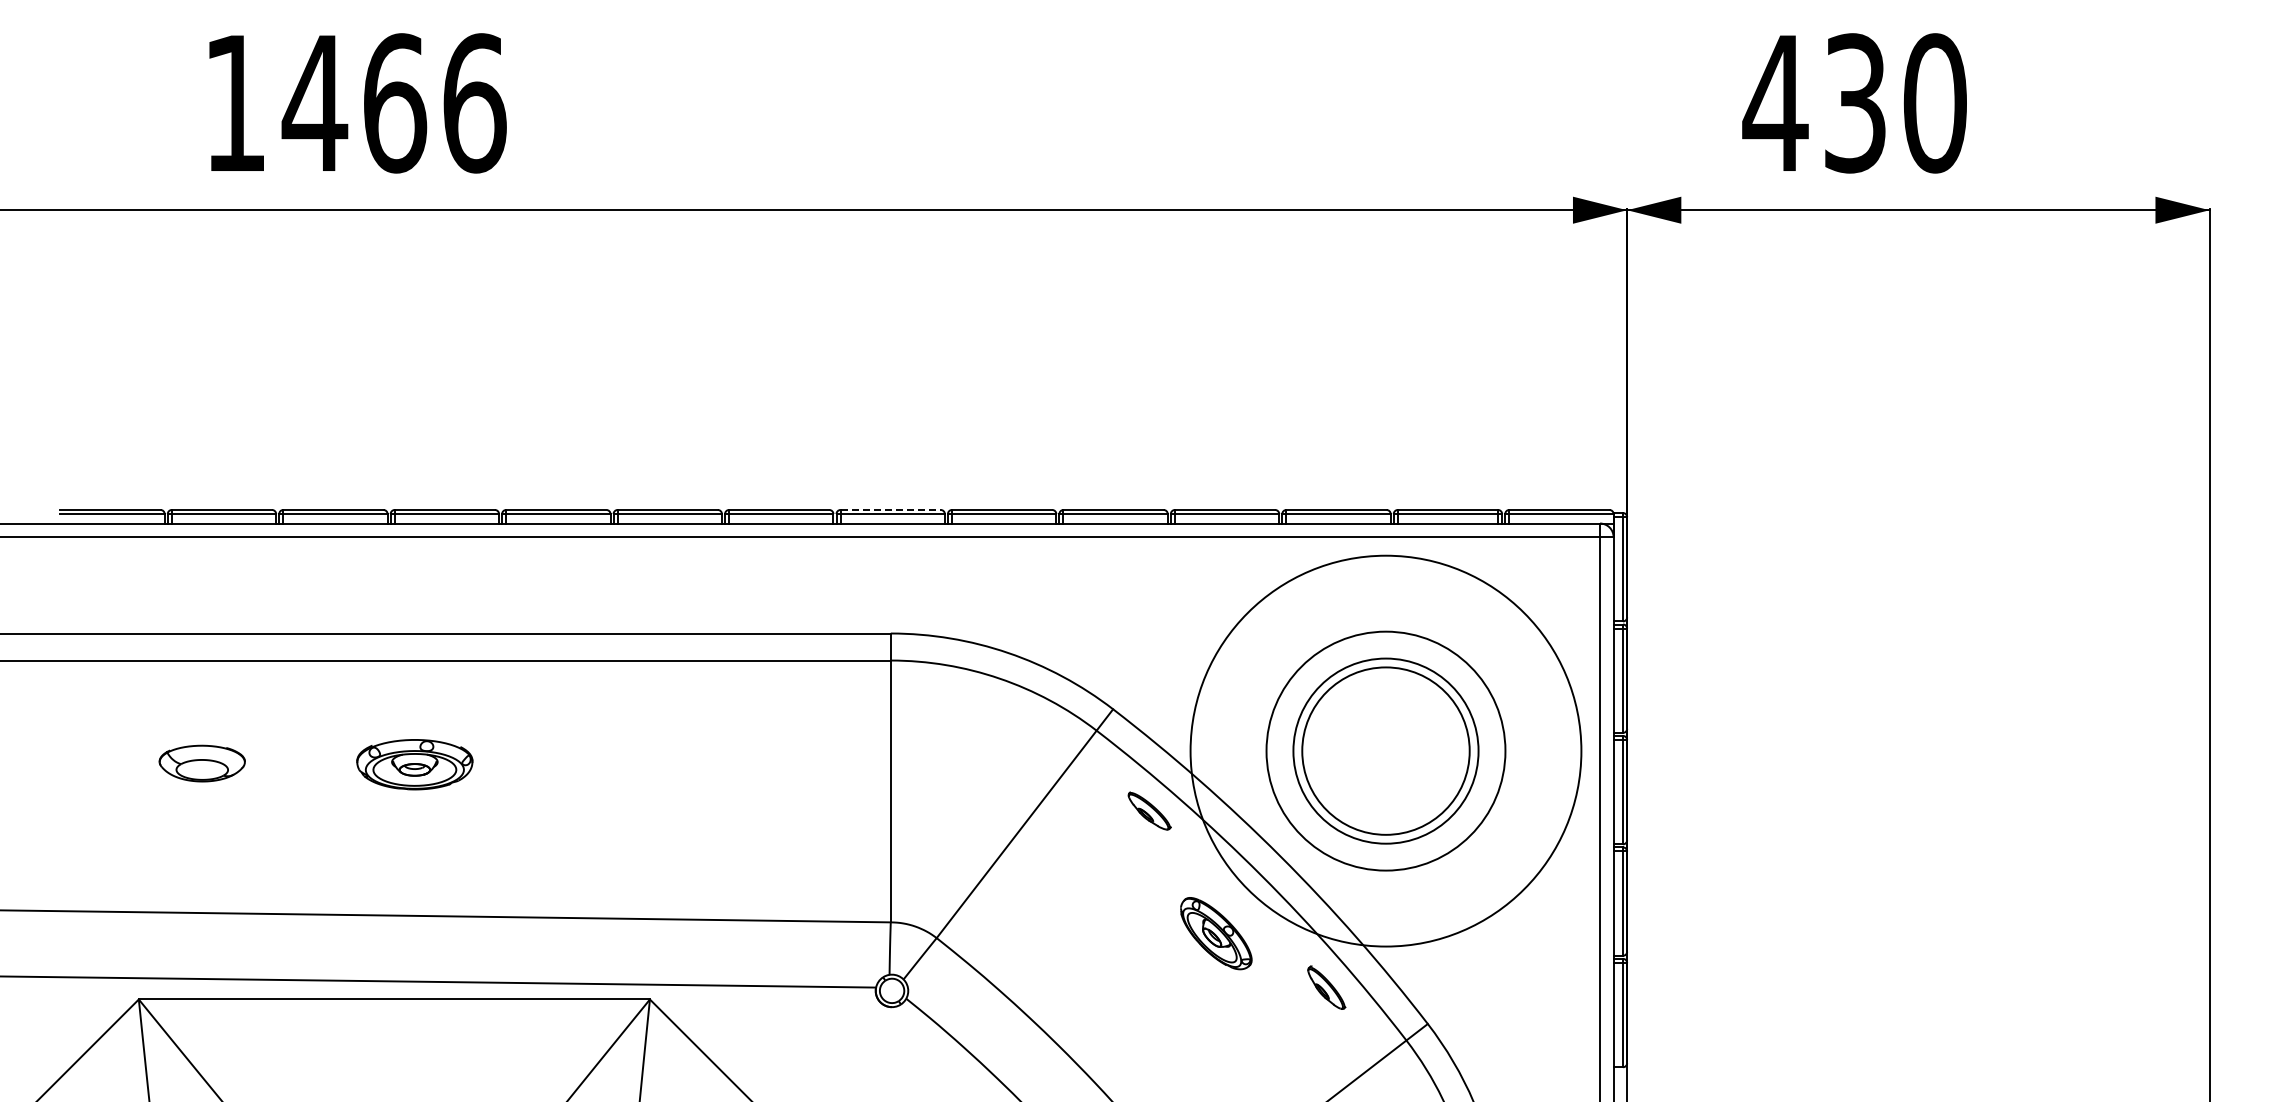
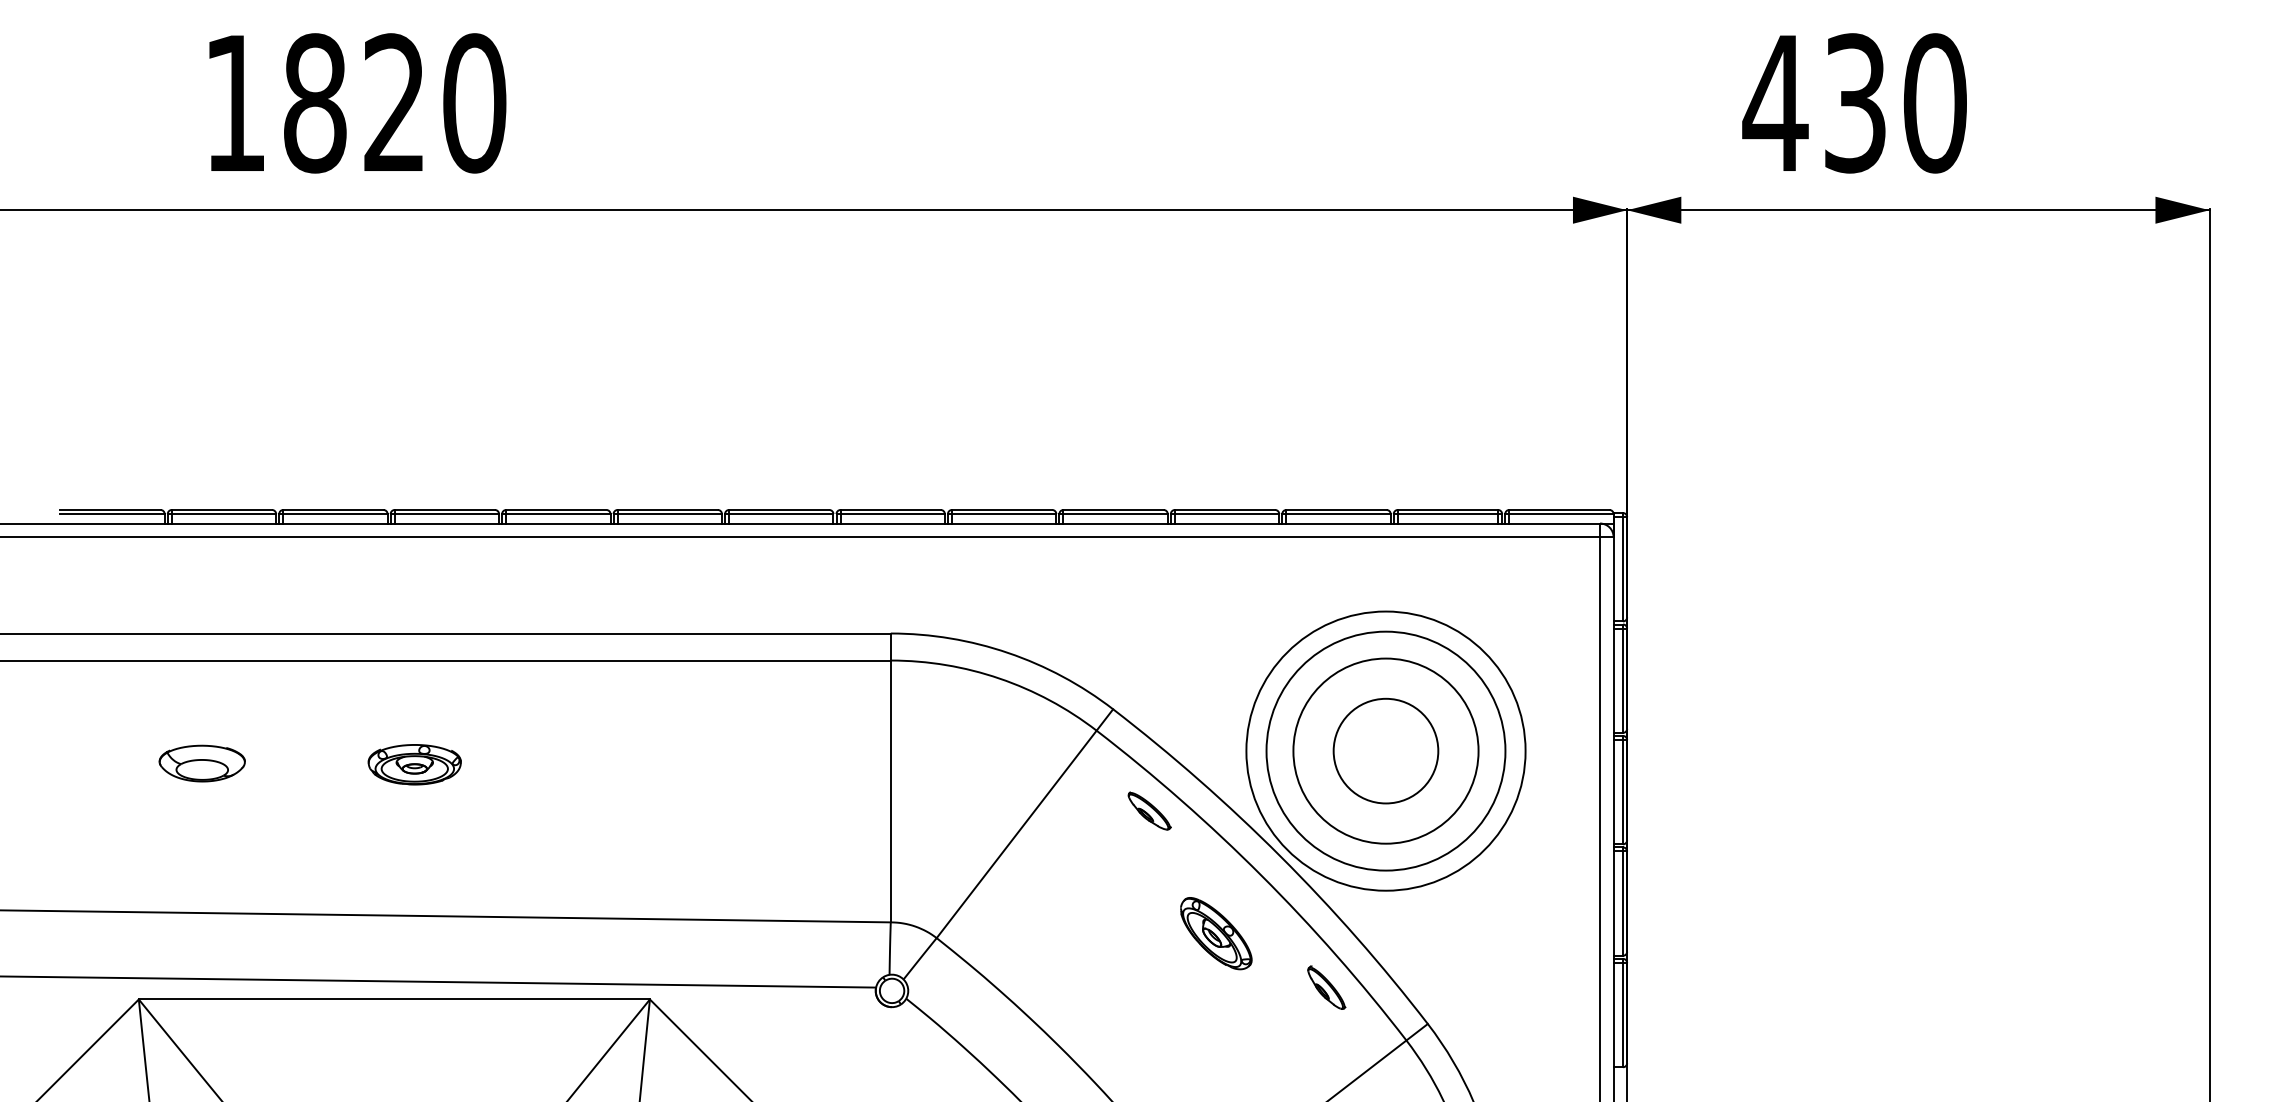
text at (393, 103): 1466 -> 1820
line at (891, 509): dashed -> solid
circle at (1385, 750) diameter: 167 px -> 105 px
circle at (1385, 750) diameter: 391 px -> 279 px
part at (414, 764) size: 118x52 px -> 95x42 px
